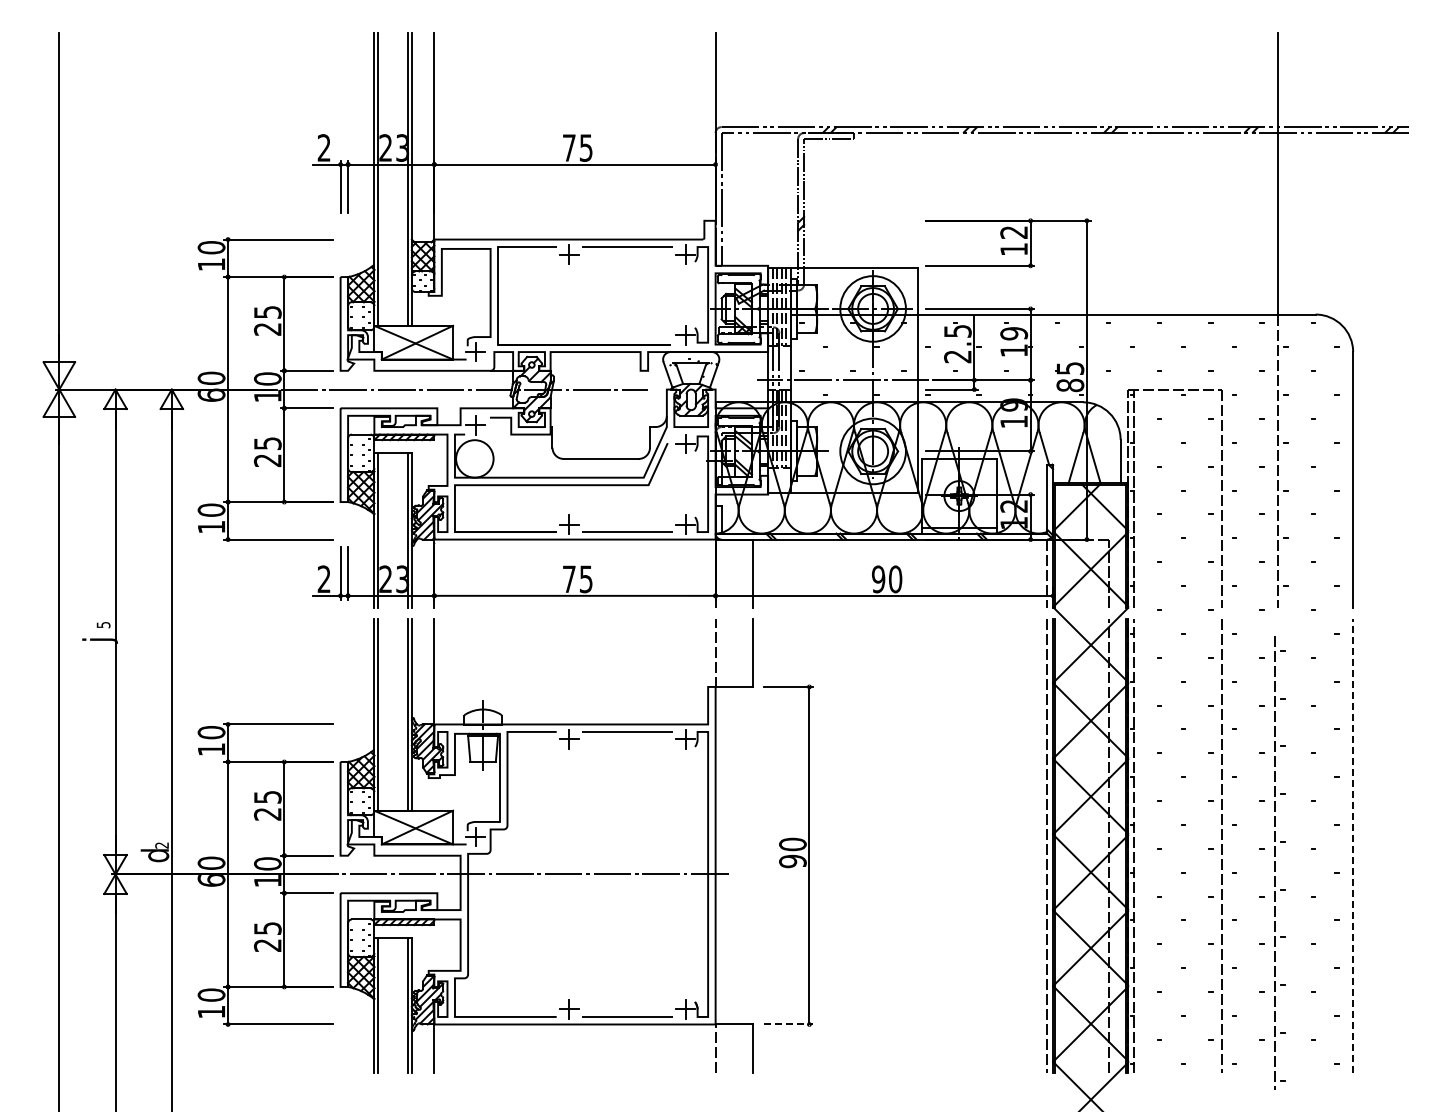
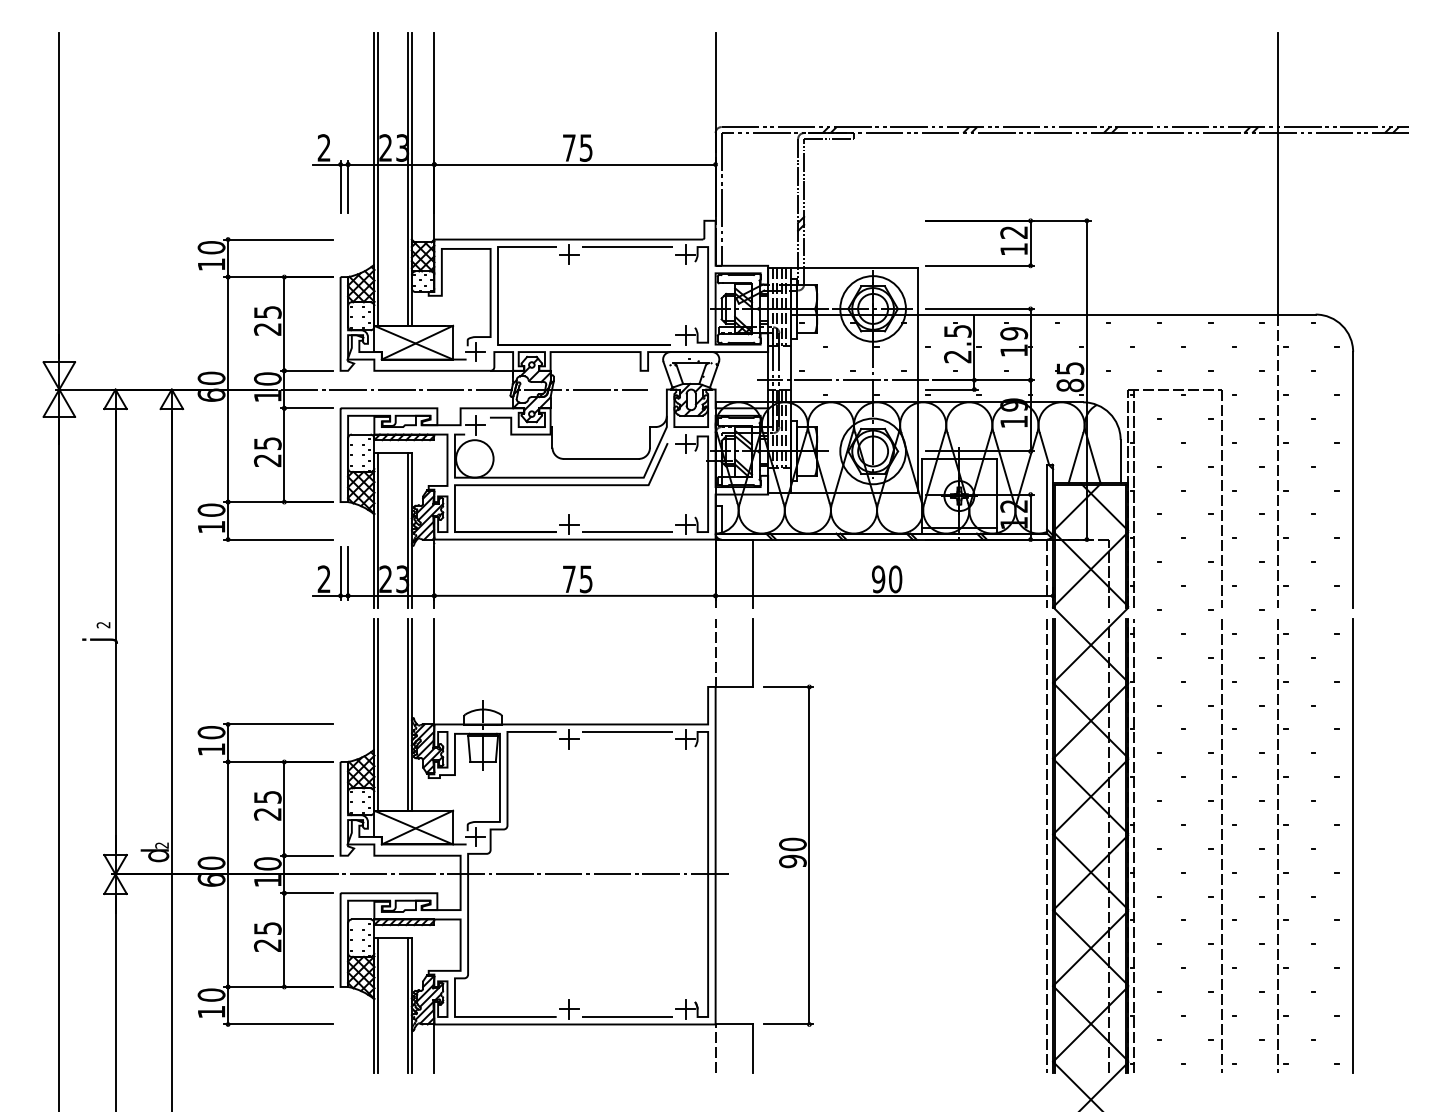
text at (103, 625): 5 -> 2
line at (1353, 845): dashed -> solid
part at (1279, 862) position: (1279, 862) -> (1282, 845)
line at (789, 1024): dashed -> solid
